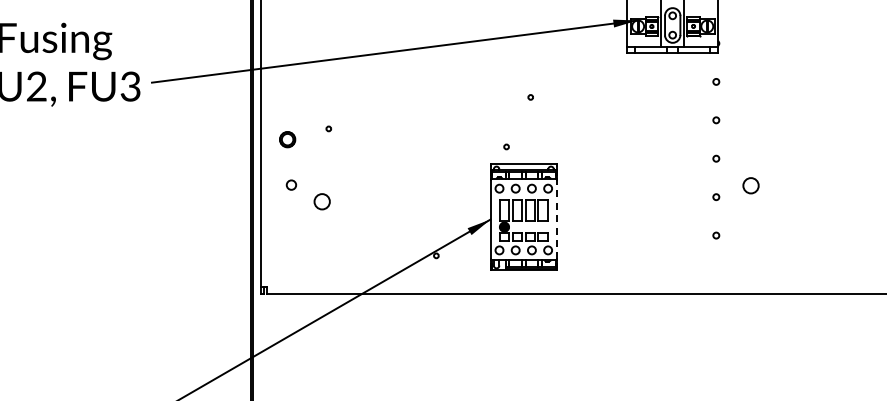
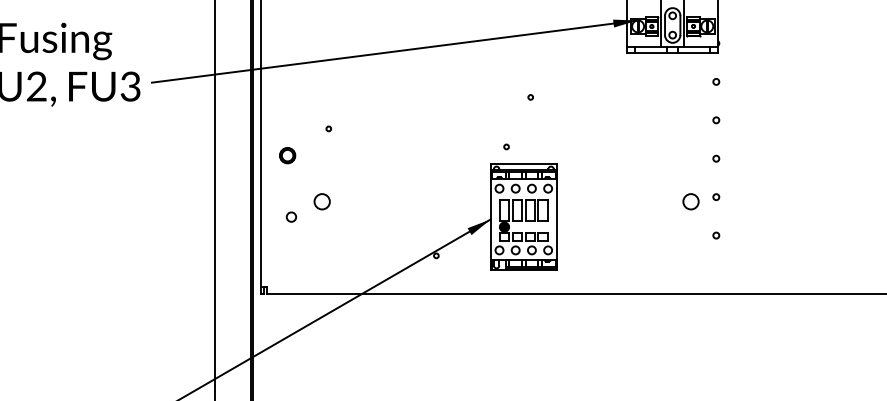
part at (287, 139) position: (287, 139) -> (287, 155)
circle at (291, 184) position: (291, 184) -> (291, 216)
circle at (750, 185) position: (750, 185) -> (690, 201)
line at (214, 199): none -> present
line at (557, 219): dashed -> solid
